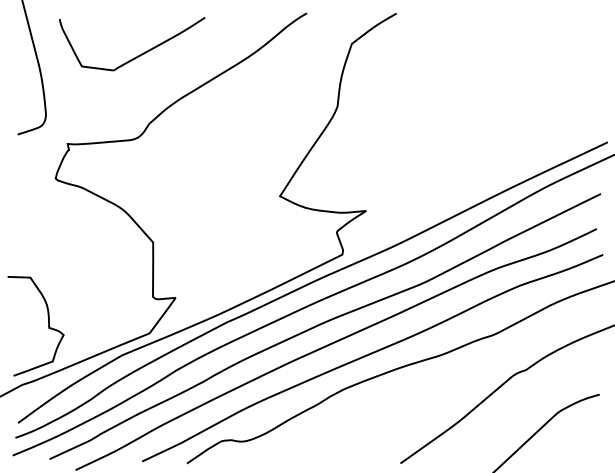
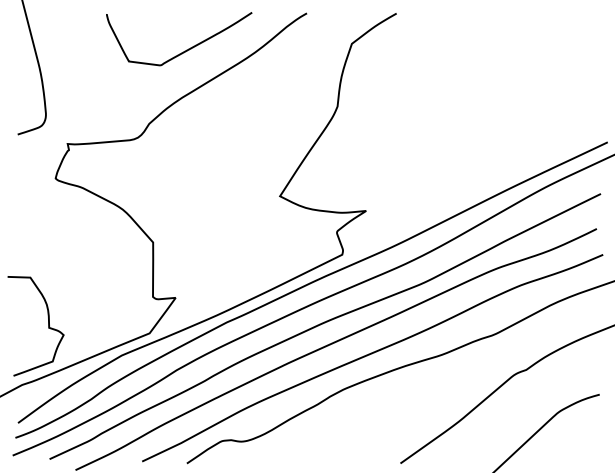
curve at (137, 55) position: (137, 55) -> (184, 50)
